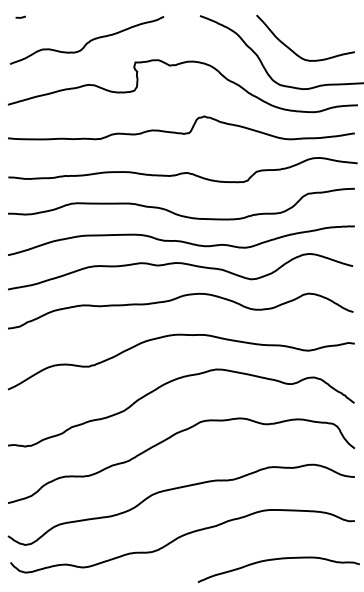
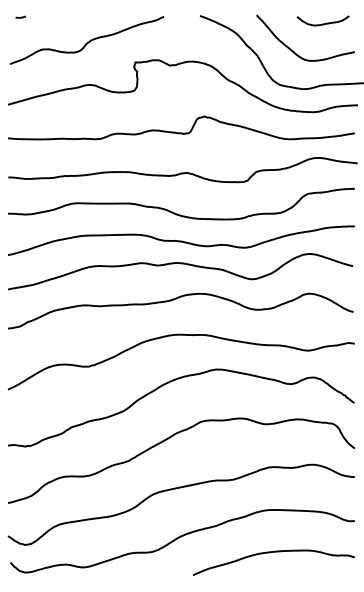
curve at (322, 23): none -> present
curve at (275, 560) position: (275, 560) -> (270, 553)
